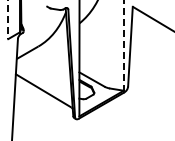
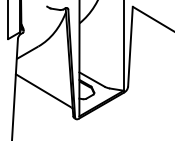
line at (8, 20): dashed -> solid
line at (123, 45): dashed -> solid
